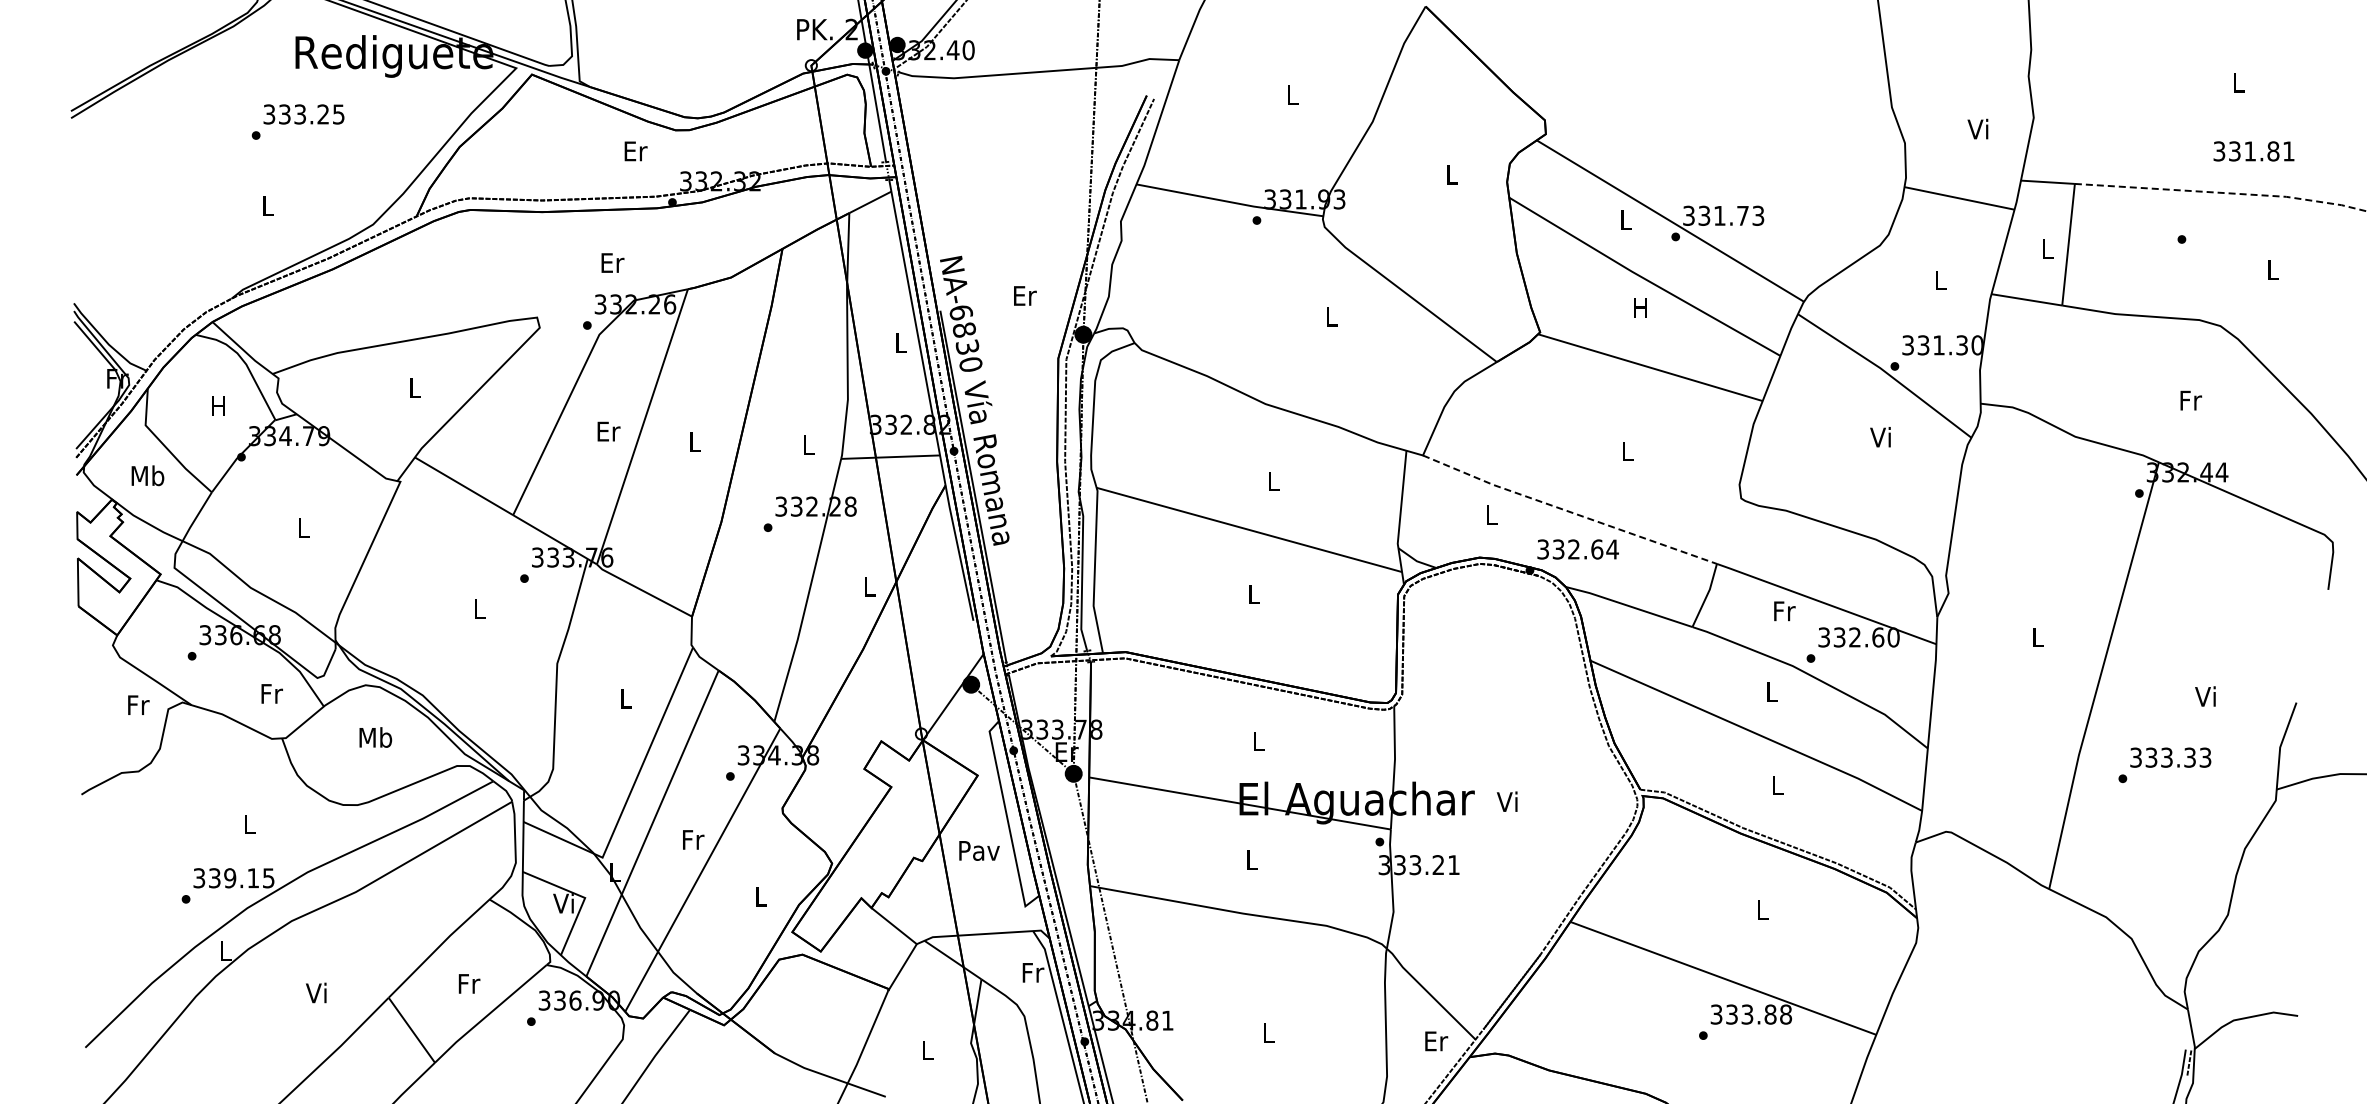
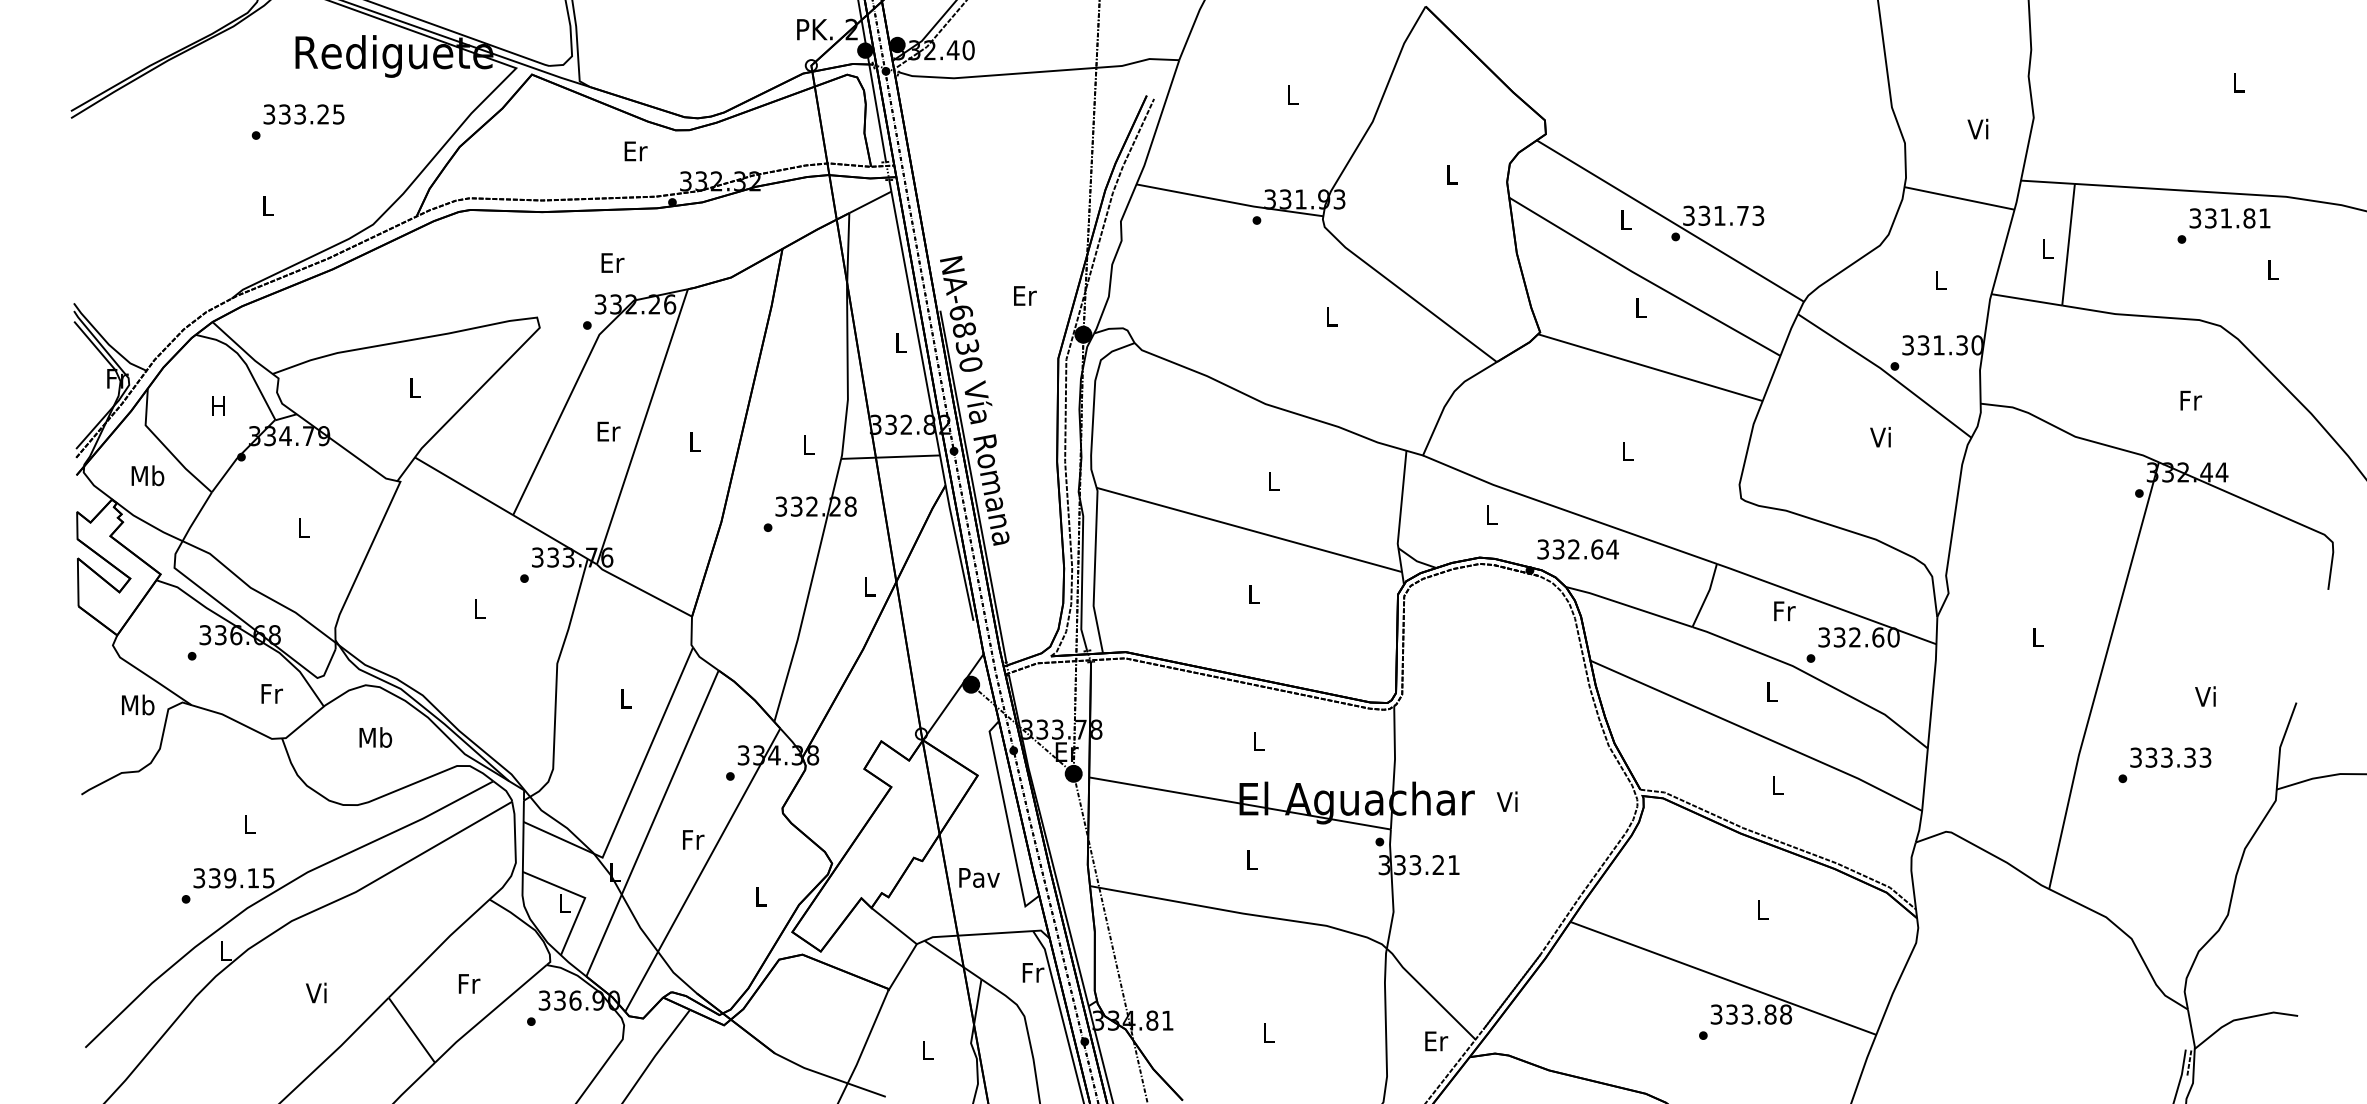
text at (2253, 151) position: (2253, 151) -> (2229, 218)
line at (2223, 193): dashed -> solid
text at (1640, 307): H -> L
line at (1568, 511): dashed -> solid
text at (138, 704): Fr -> Mb
text at (979, 850) position: (979, 850) -> (979, 877)
text at (563, 903): Vi -> L
